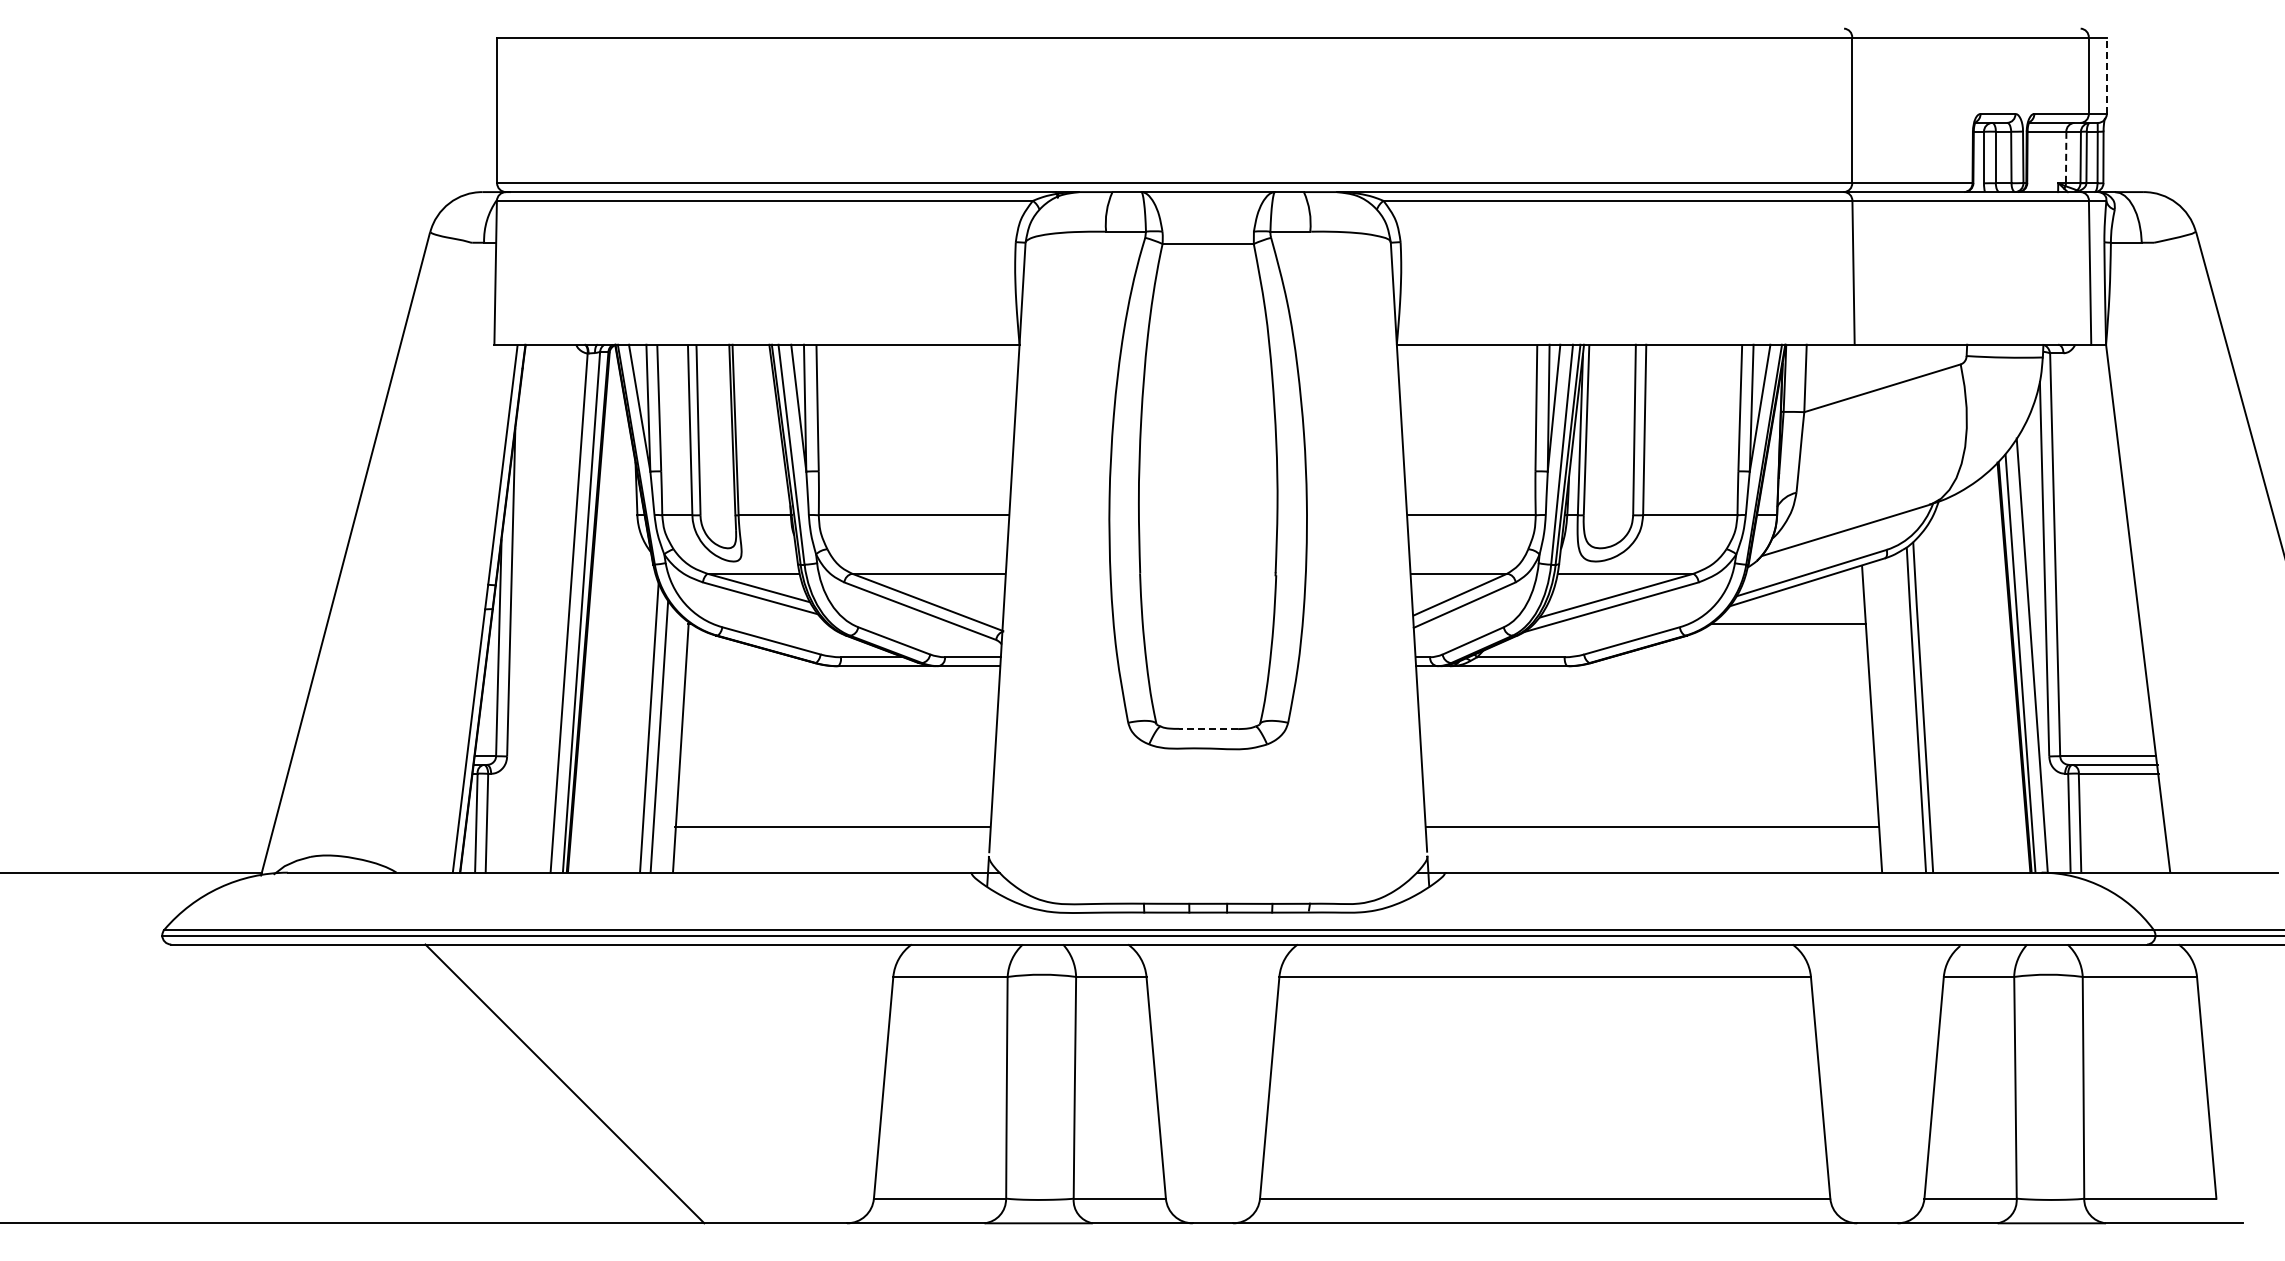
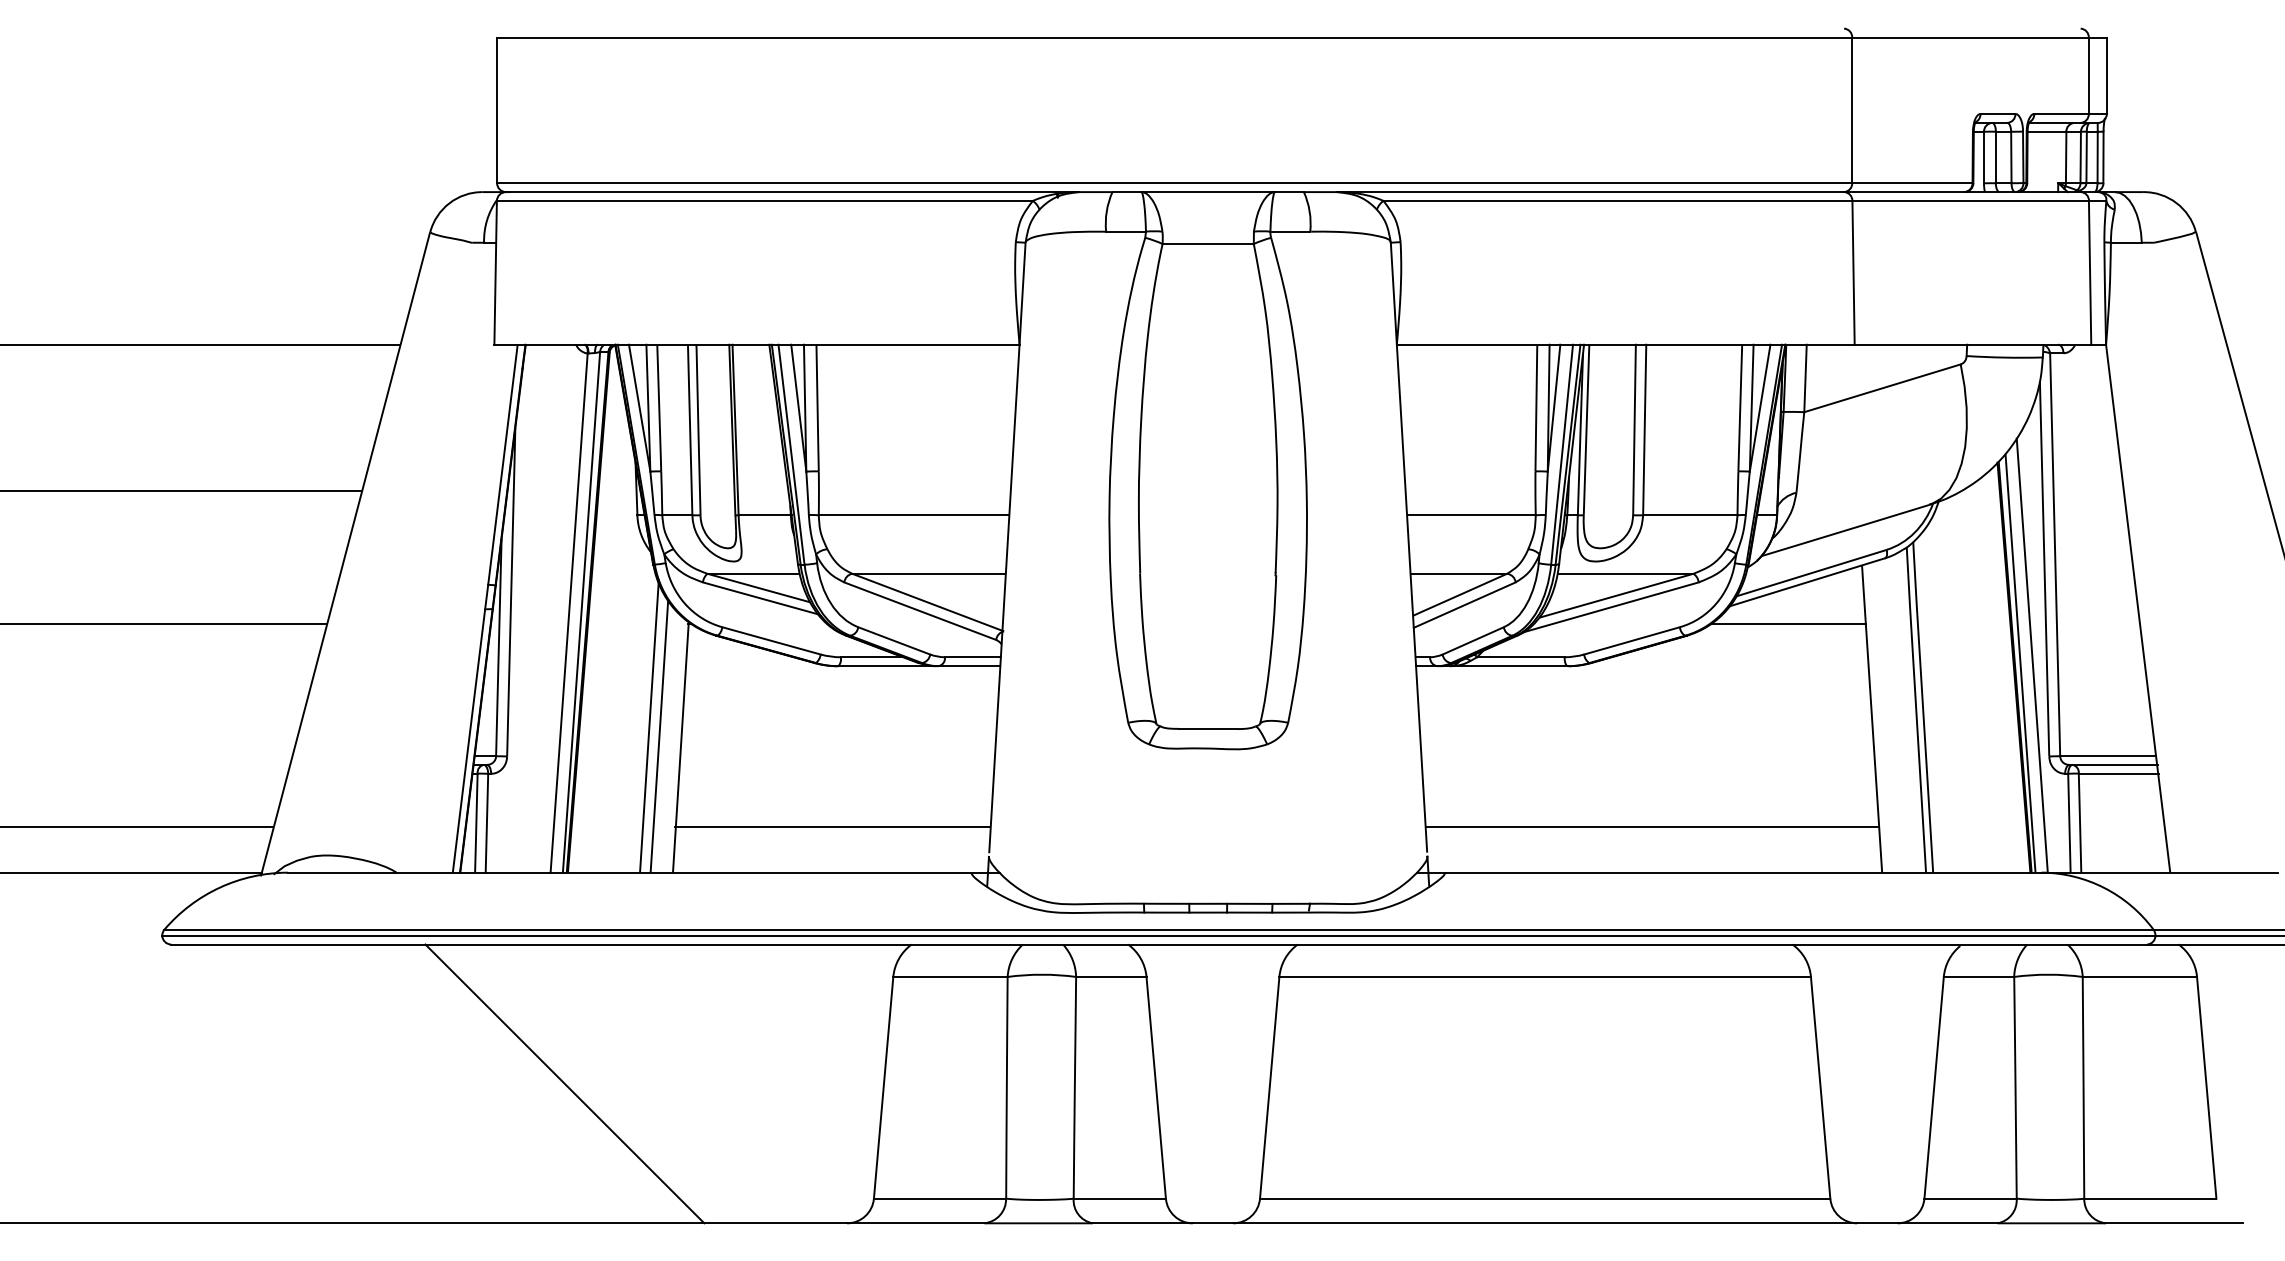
line at (2106, 75): dashed -> solid
line at (2066, 157): dashed -> solid
line at (200, 345): none -> present
line at (181, 490): none -> present
line at (164, 624): none -> present
line at (1208, 729): dashed -> solid
line at (137, 827): none -> present
